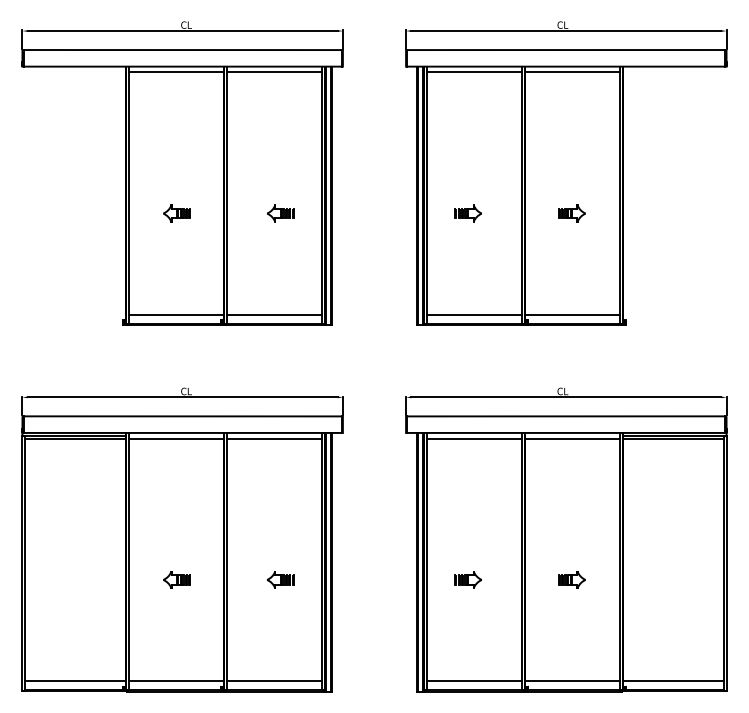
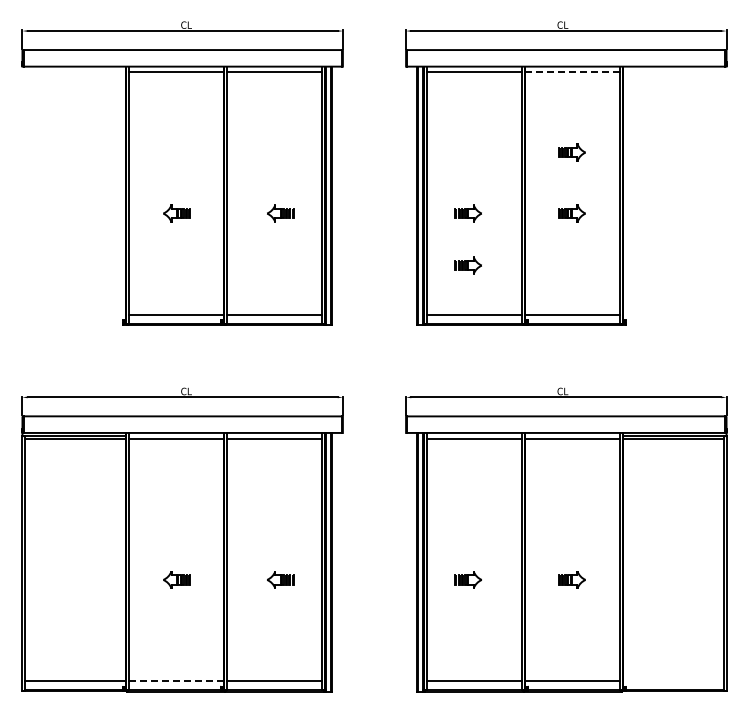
line at (573, 72): solid -> dashed
part at (571, 152): none -> present
part at (467, 265): none -> present
line at (176, 681): solid -> dashed
line at (672, 681): present -> none
